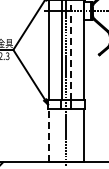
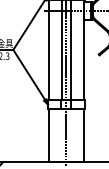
line at (70, 49): dashed -> solid
line at (48, 135): dashed -> solid
